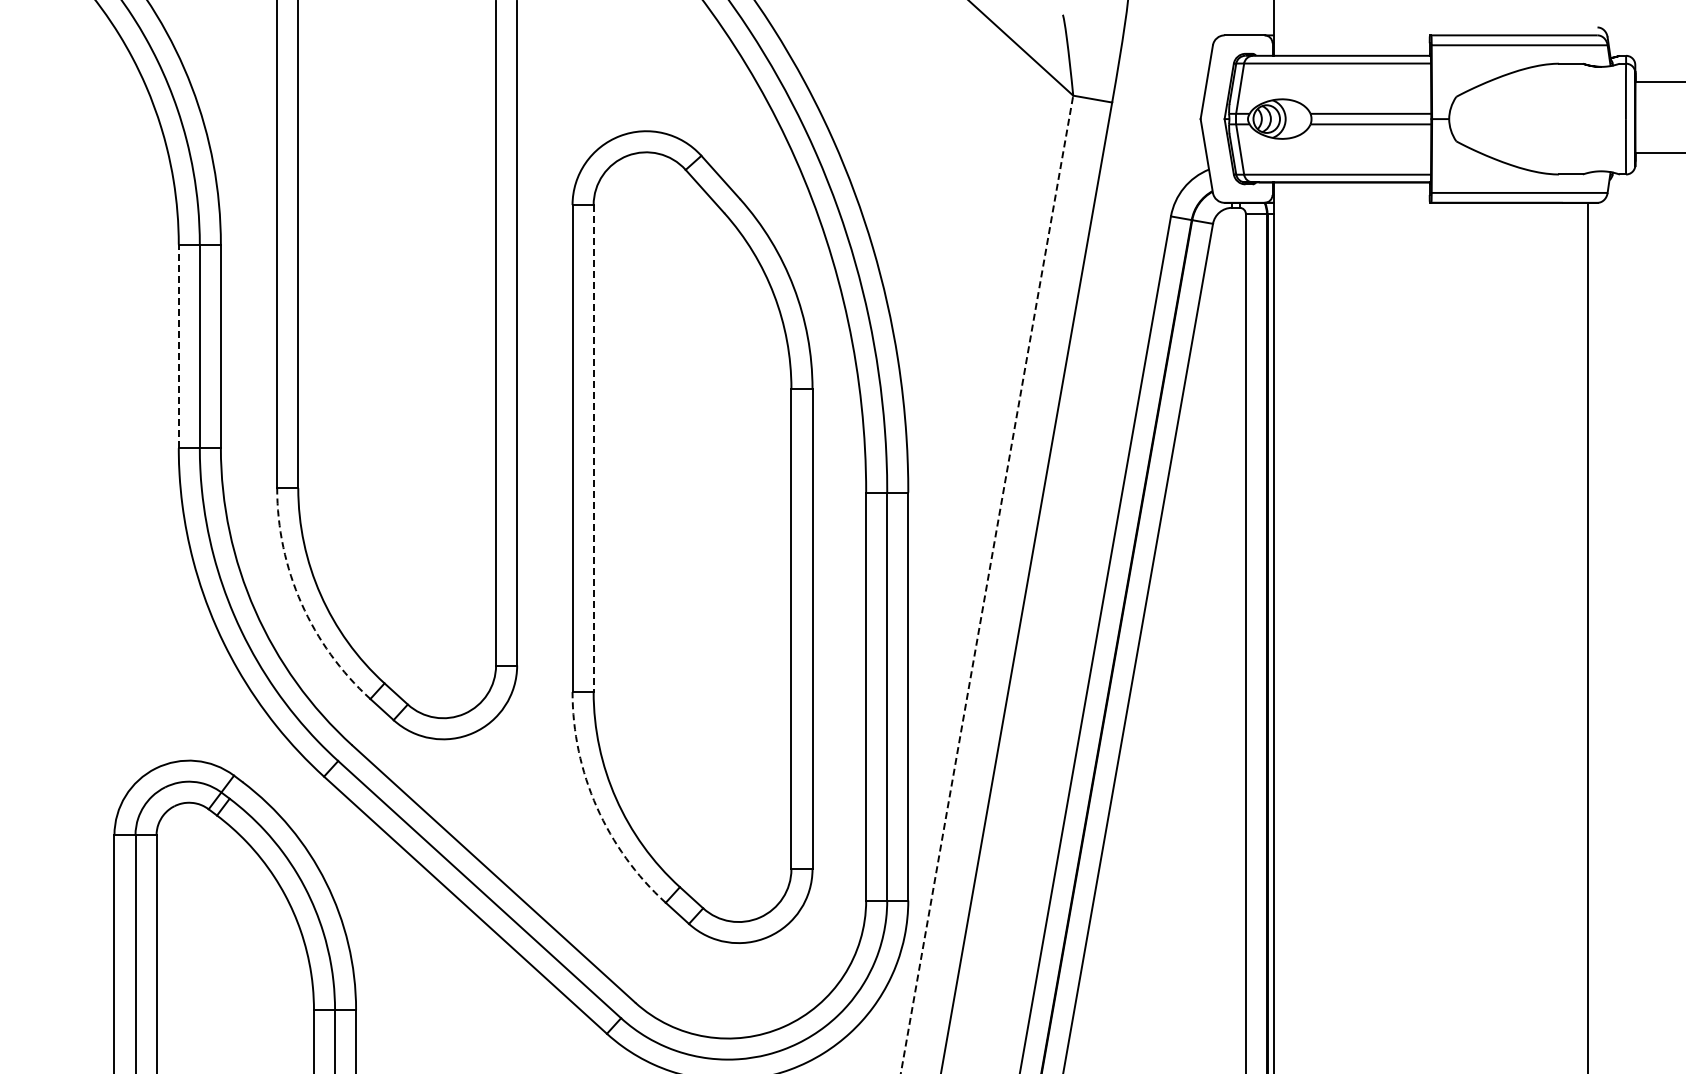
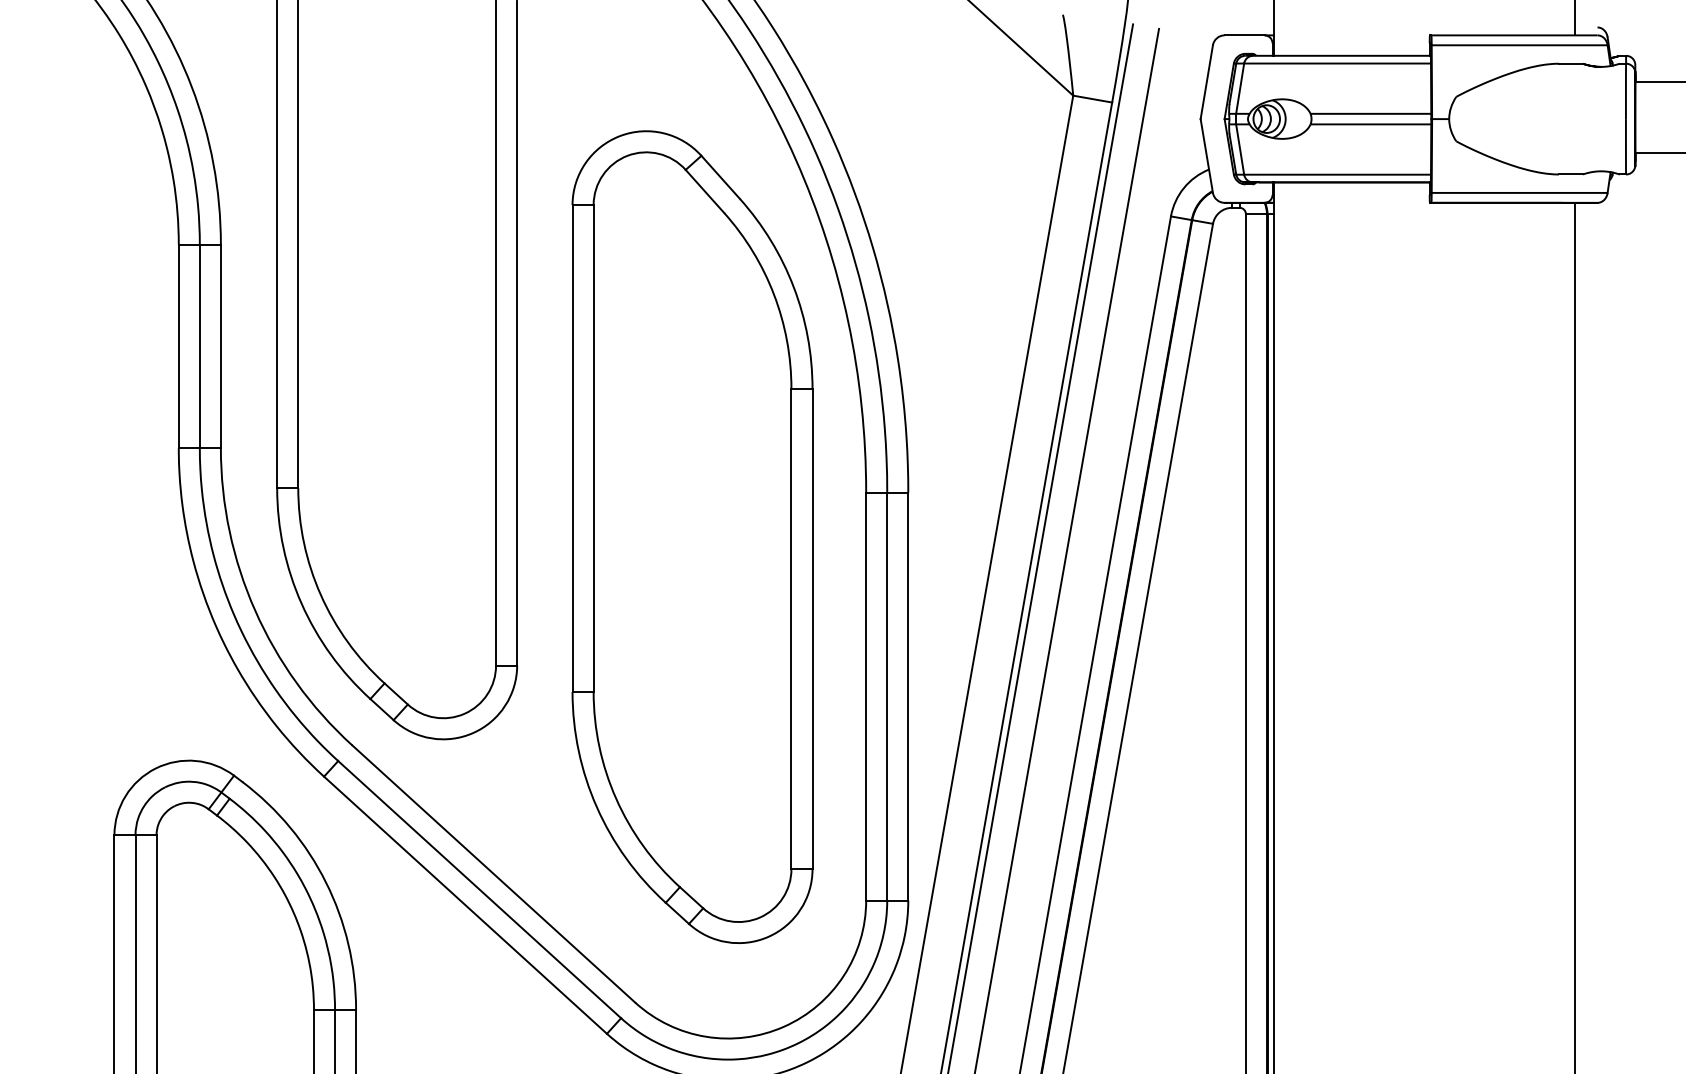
line at (1574, 18): none -> present
line at (178, 346): dashed -> solid
line at (593, 449): dashed -> solid
line at (1040, 547): none -> present
line at (1067, 549): none -> present
line at (987, 584): dashed -> solid
arc at (301, 603): dashed -> solid
line at (1587, 636) position: (1587, 636) -> (1574, 636)
arc at (596, 807): dashed -> solid
